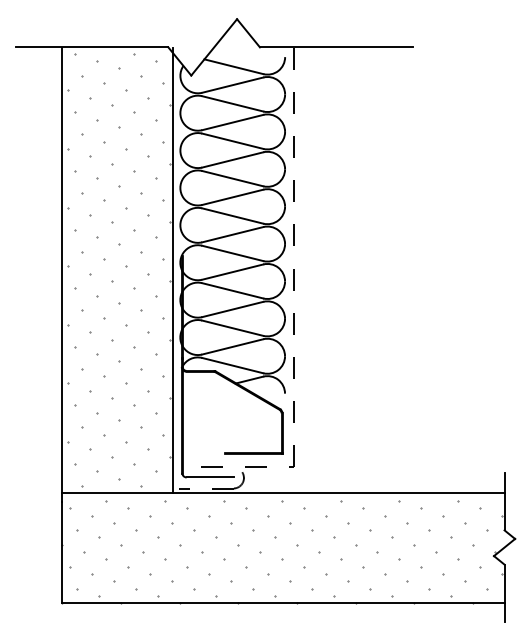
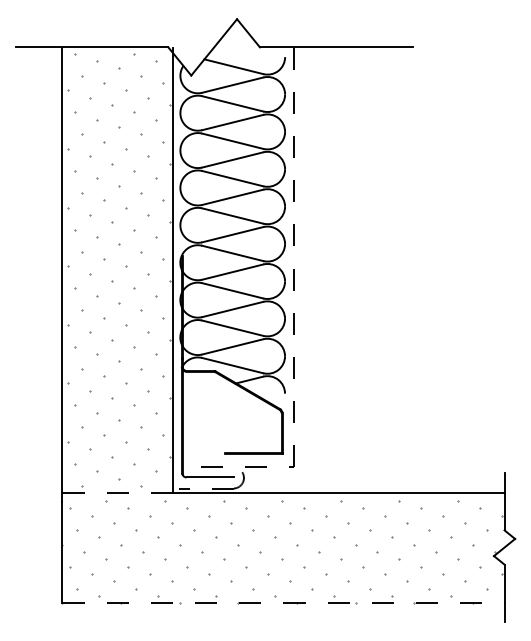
line at (117, 492): solid -> dashed
line at (284, 603): solid -> dashed
